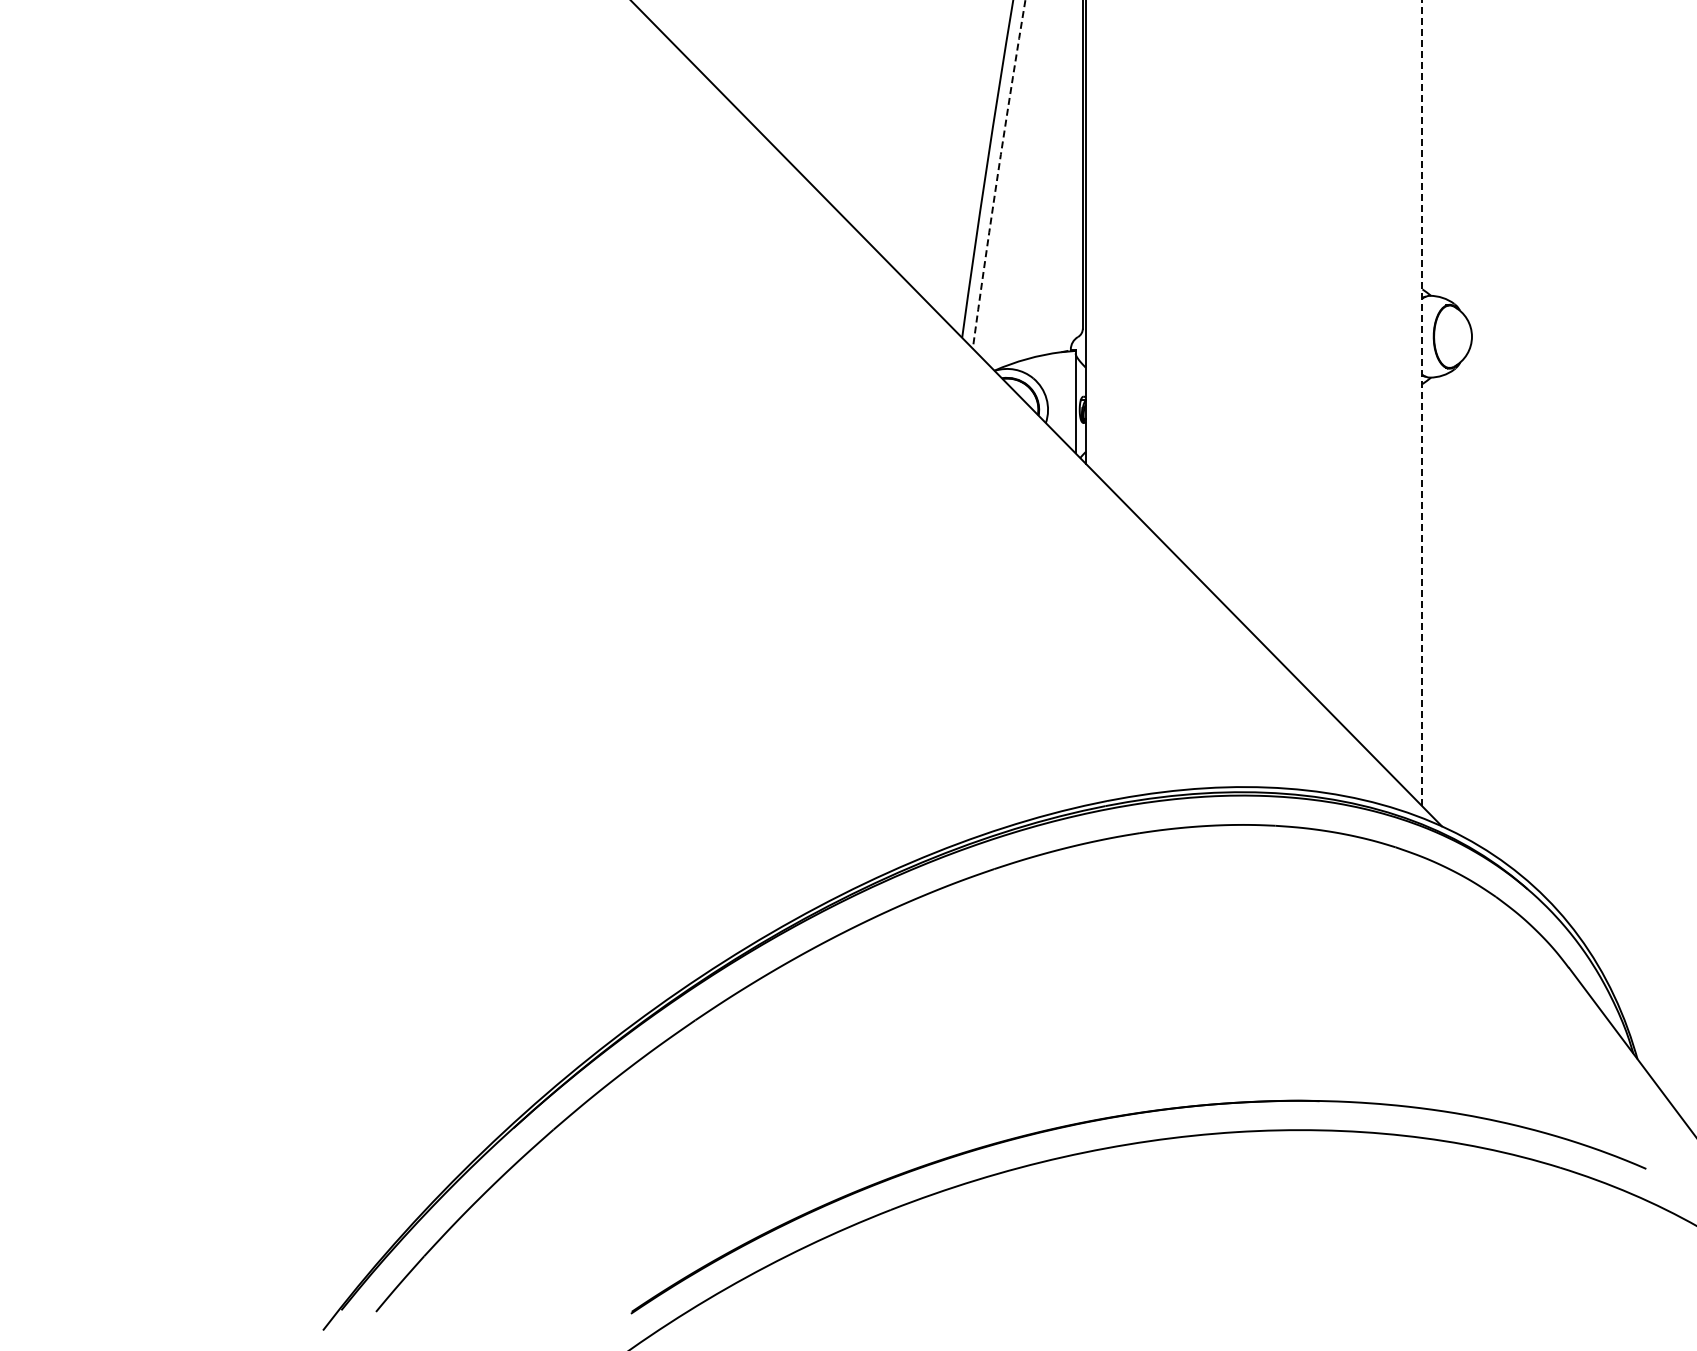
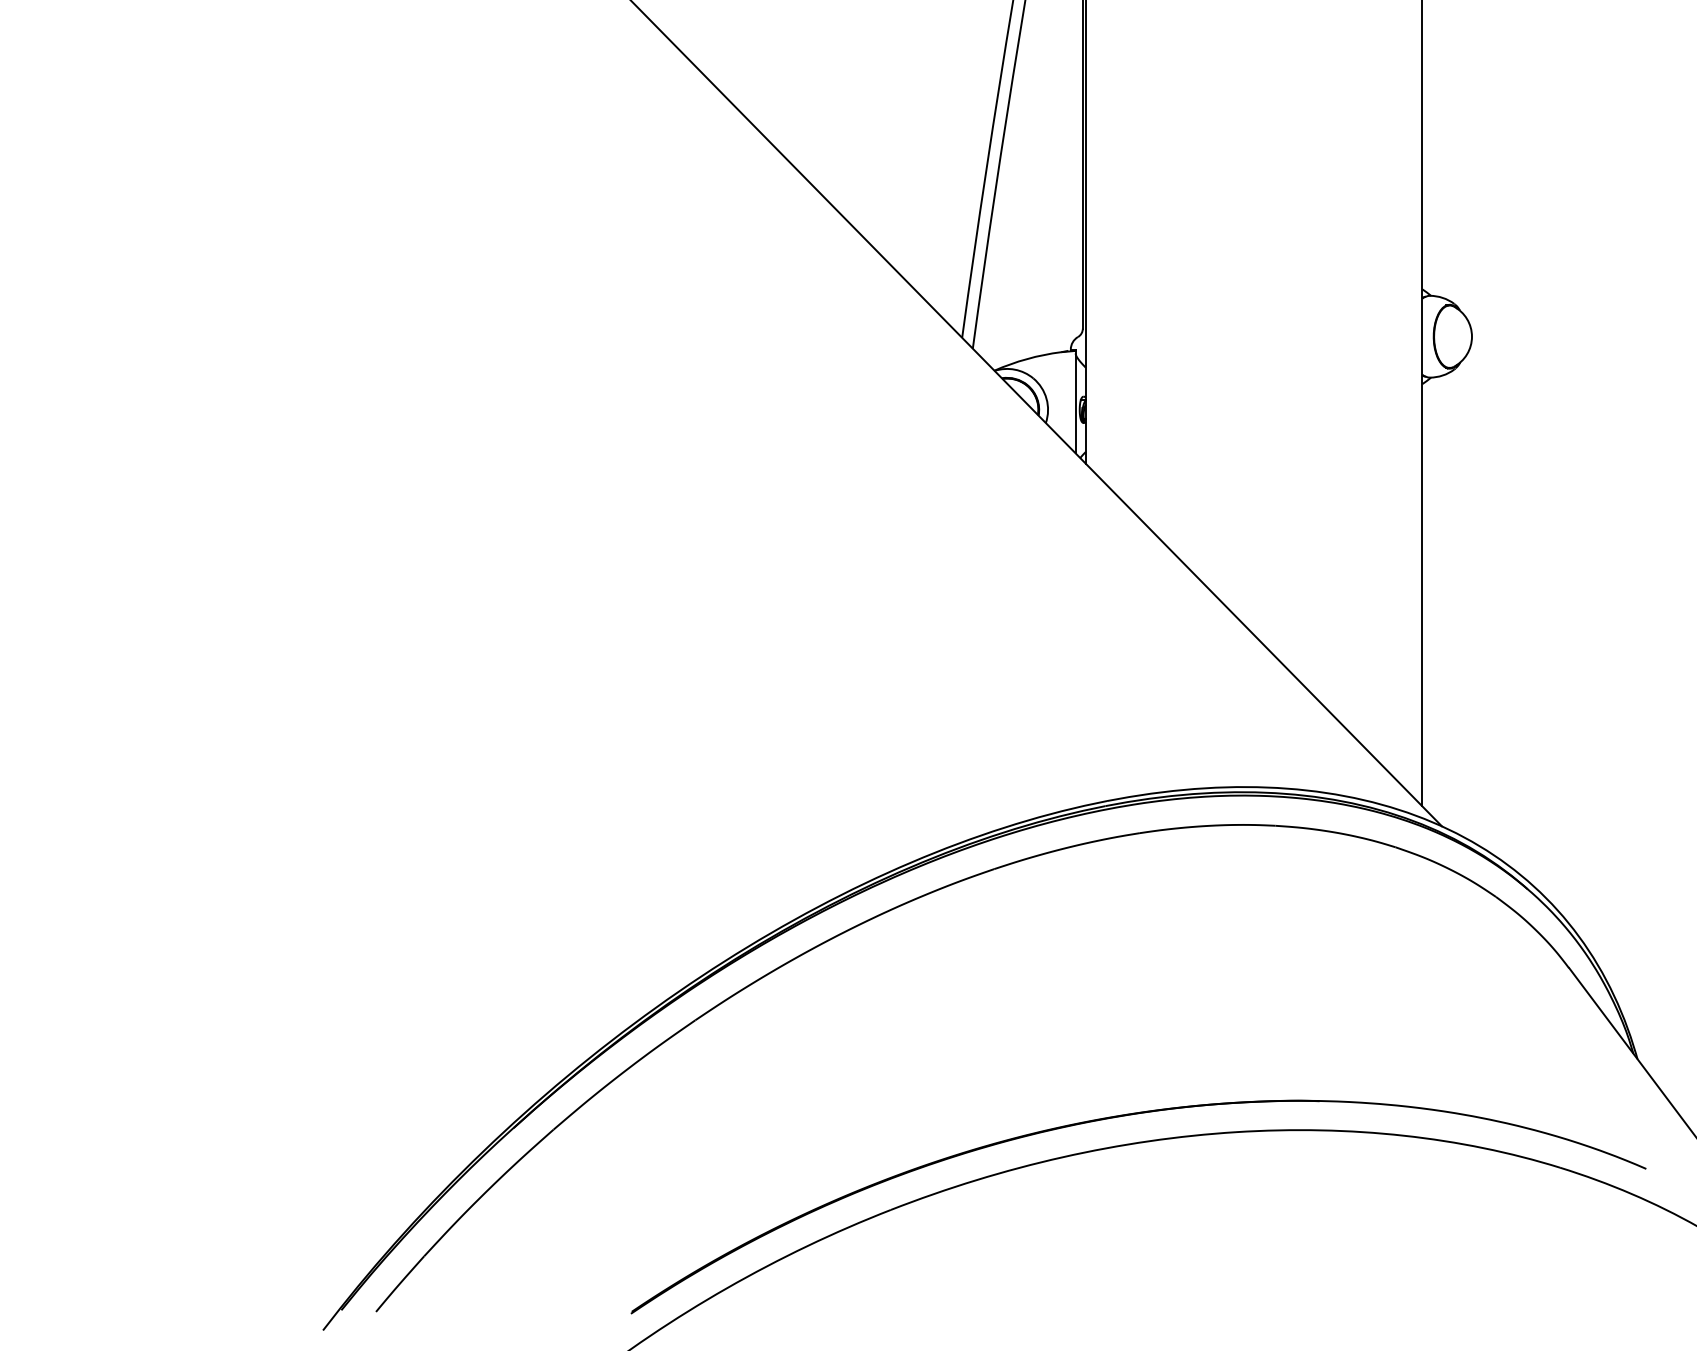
arc at (997, 174): dashed -> solid
line at (1422, 402): dashed -> solid
